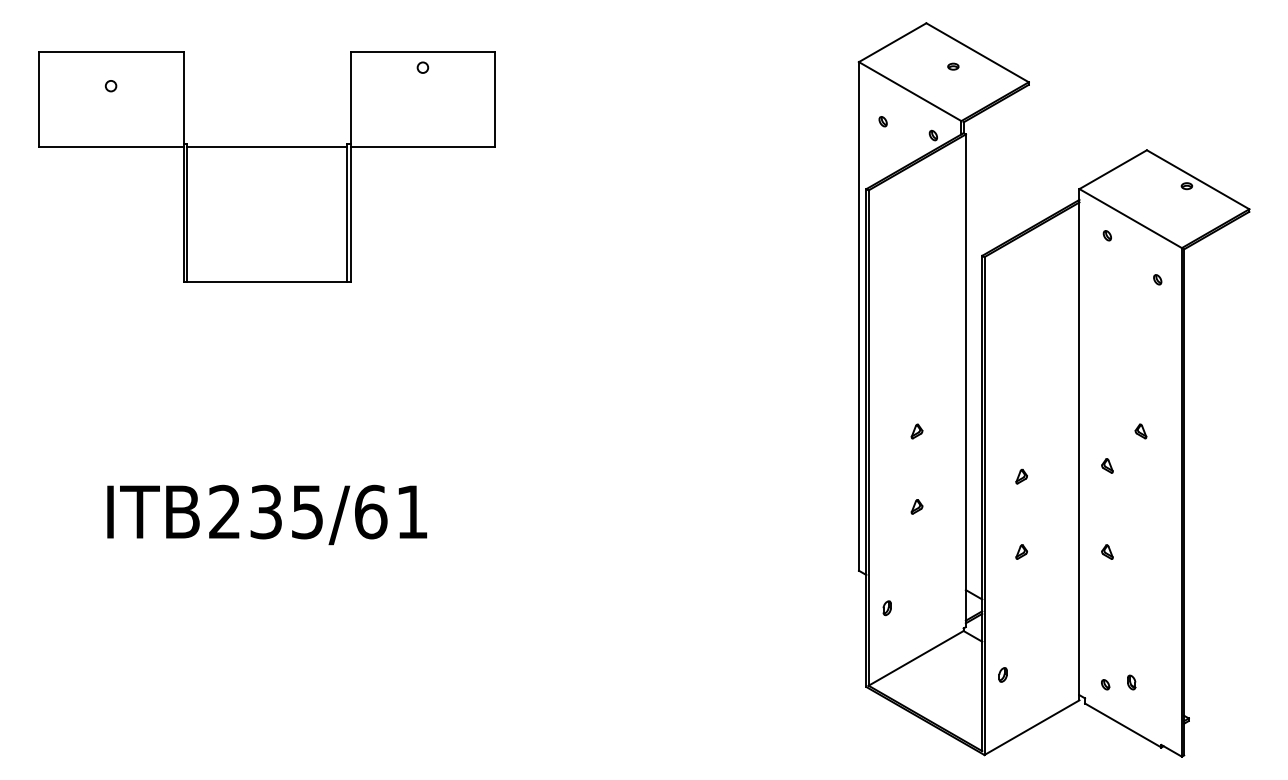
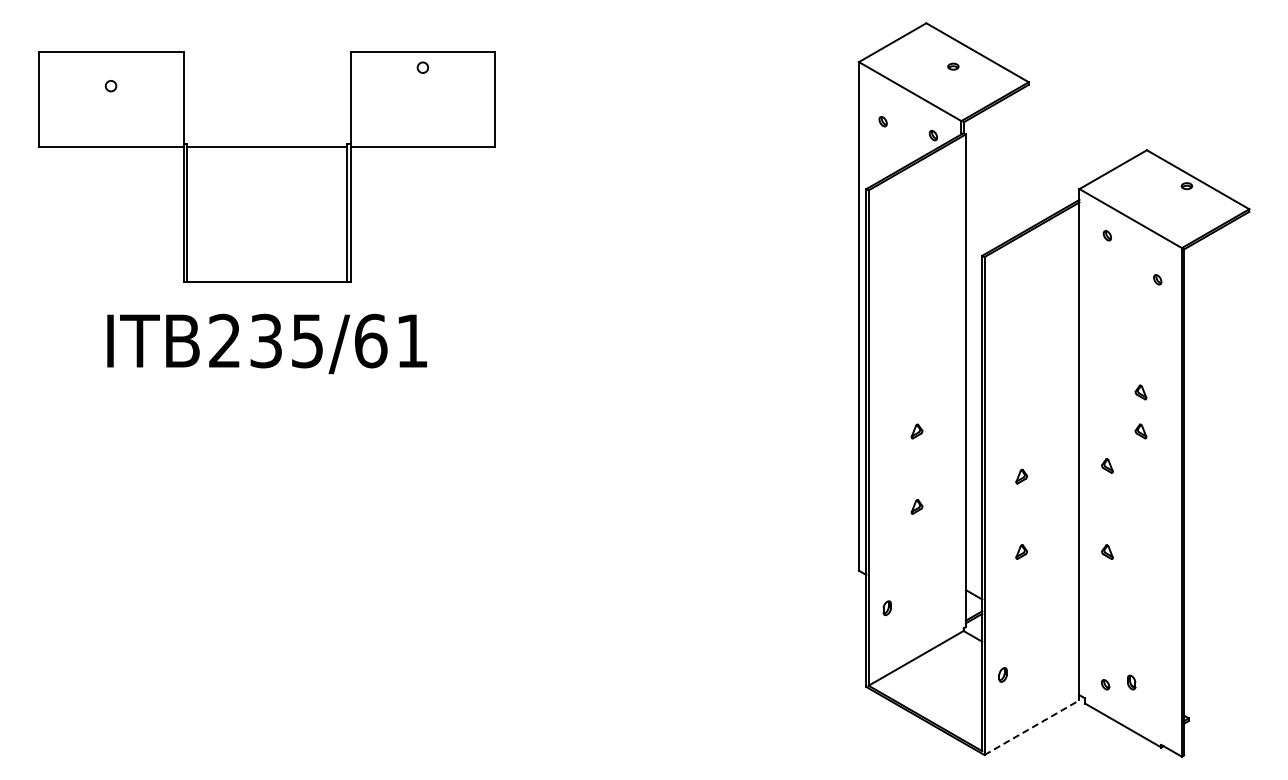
part at (1140, 392): none -> present
text at (267, 514) position: (267, 514) -> (267, 343)
line at (1031, 727): solid -> dashed
